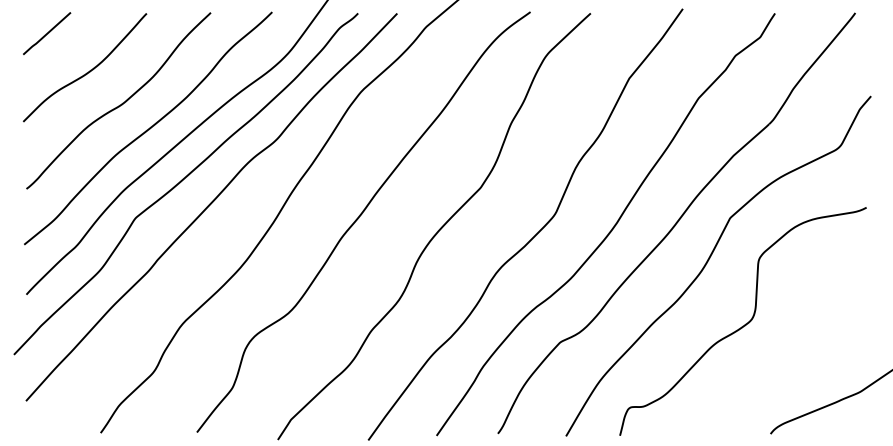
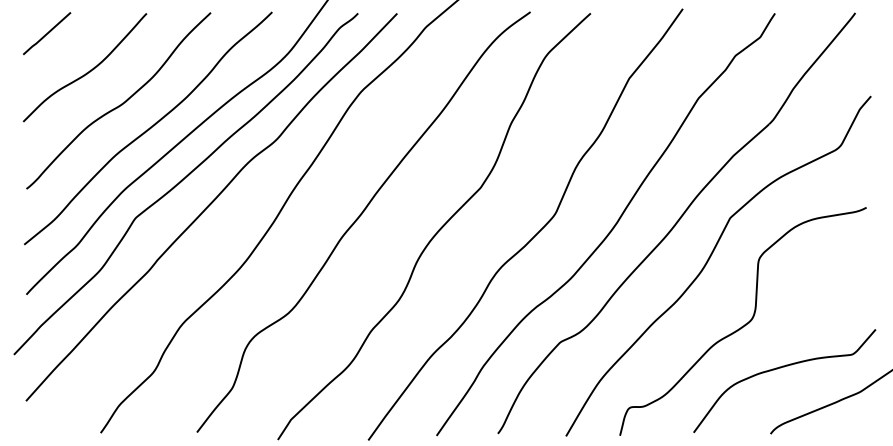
curve at (781, 368): none -> present
